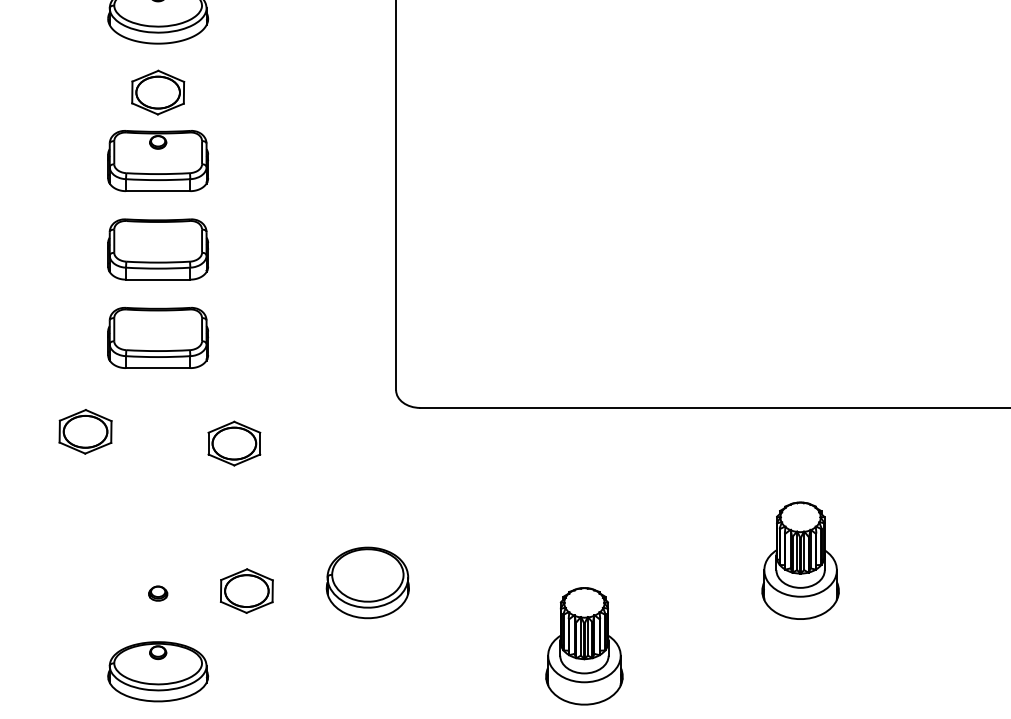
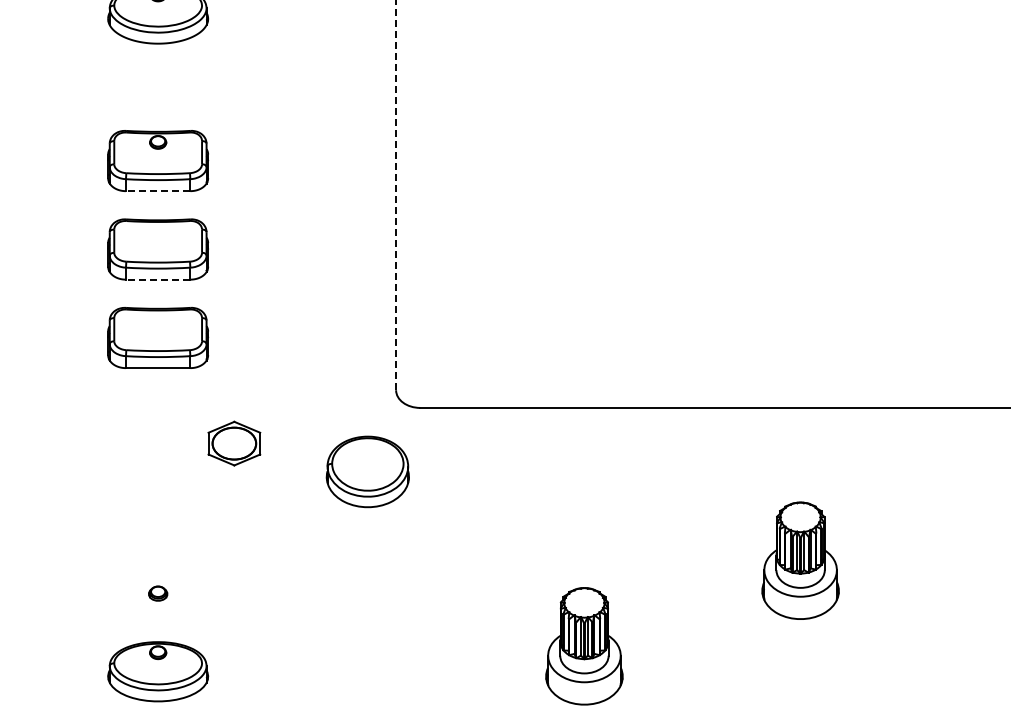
part at (158, 92): present -> none
line at (157, 191): solid -> dashed
line at (396, 195): solid -> dashed
line at (157, 279): solid -> dashed
part at (85, 431): present -> none
part at (367, 582) position: (367, 582) -> (367, 471)
part at (246, 590): present -> none
